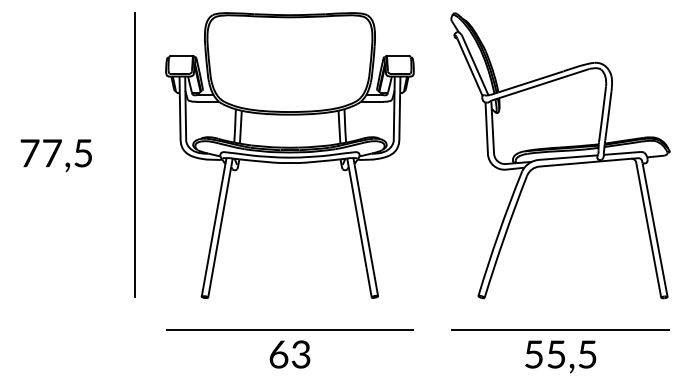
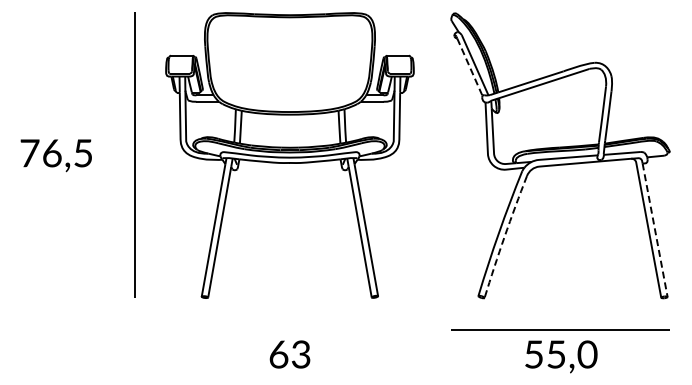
line at (470, 67): solid -> dashed
text at (52, 153): 77,5 -> 76,5
line at (655, 230): solid -> dashed
arc at (504, 236): solid -> dashed
line at (289, 329): present -> none
text at (587, 354): 55,5 -> 55,0
